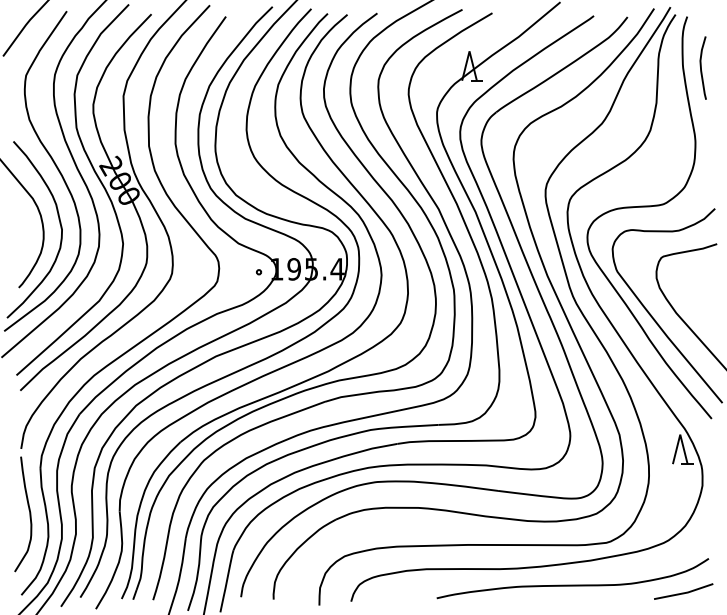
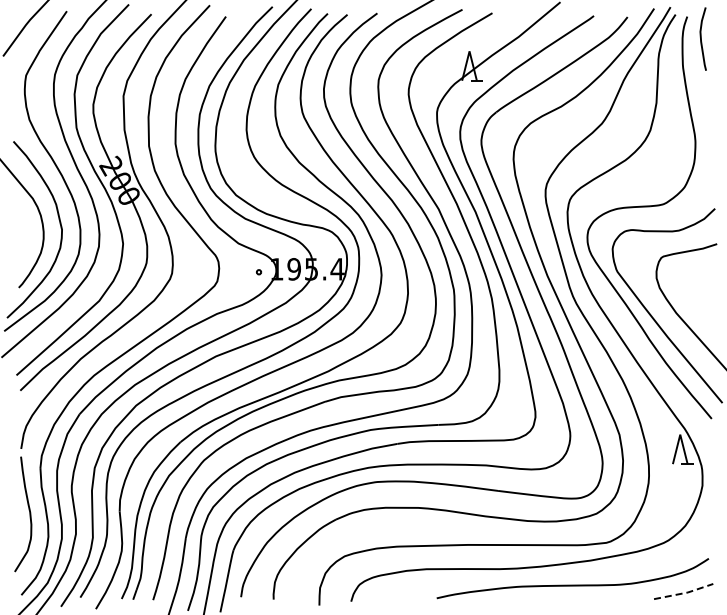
curve at (701, 67) position: (701, 67) -> (701, 38)
line at (685, 593): solid -> dashed
